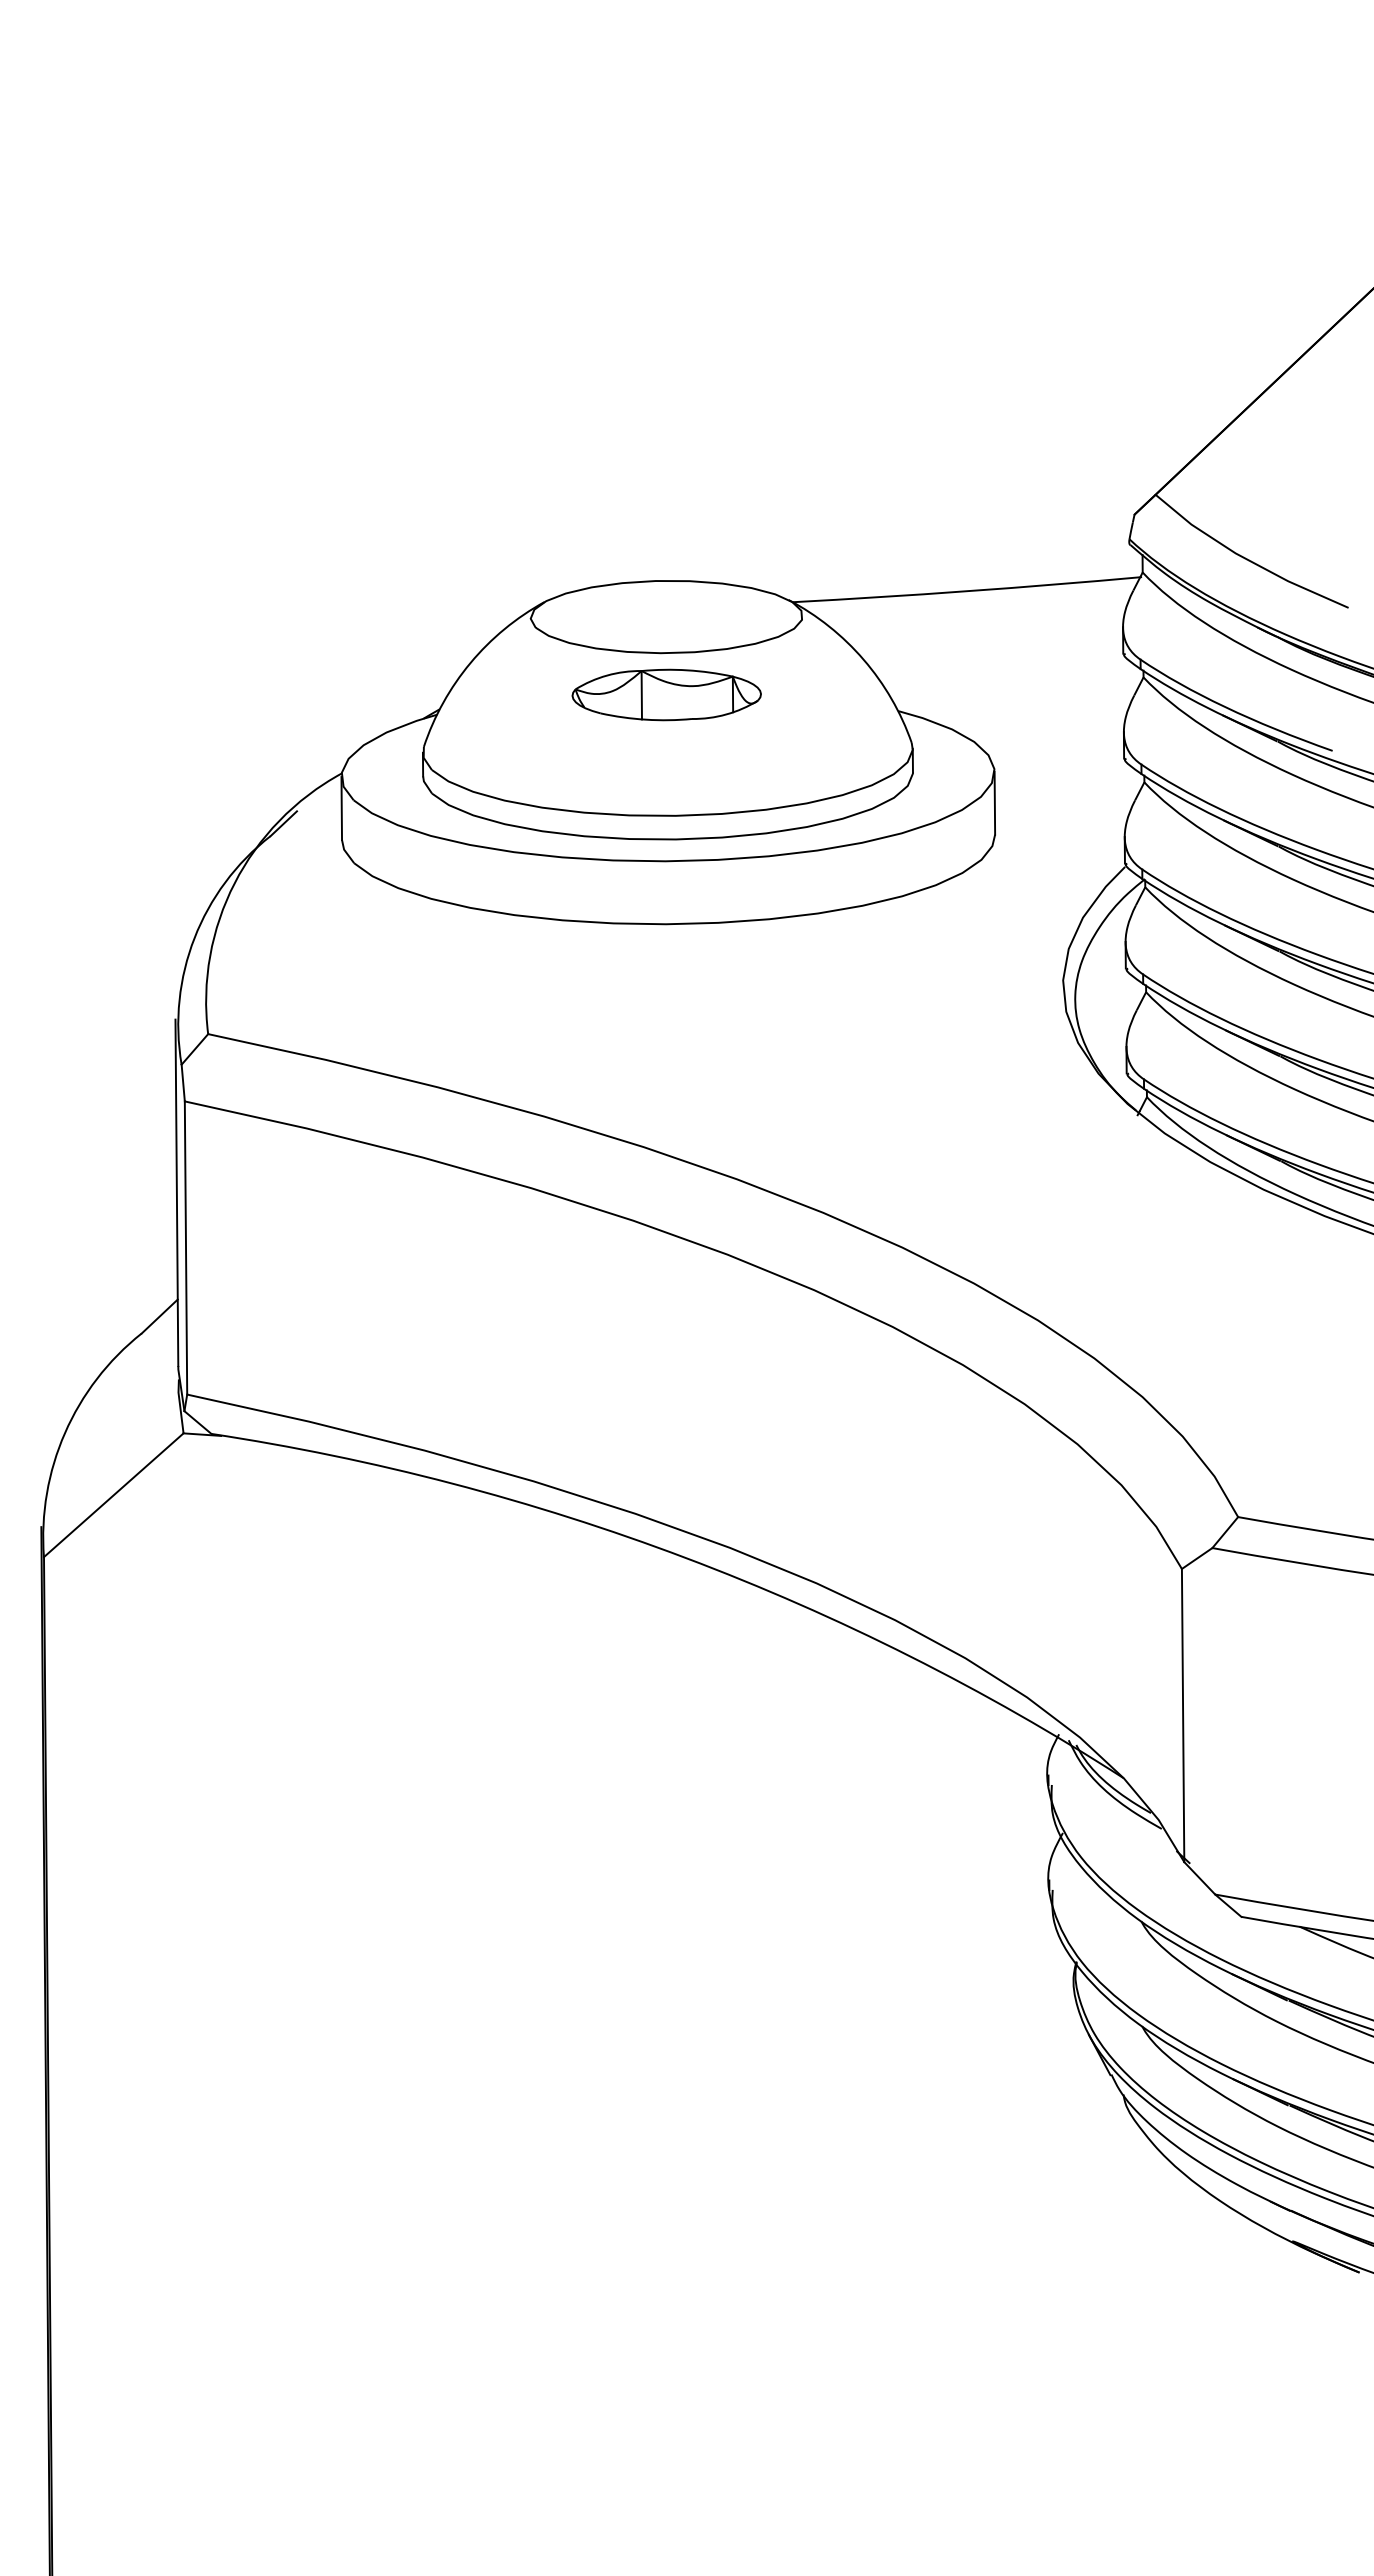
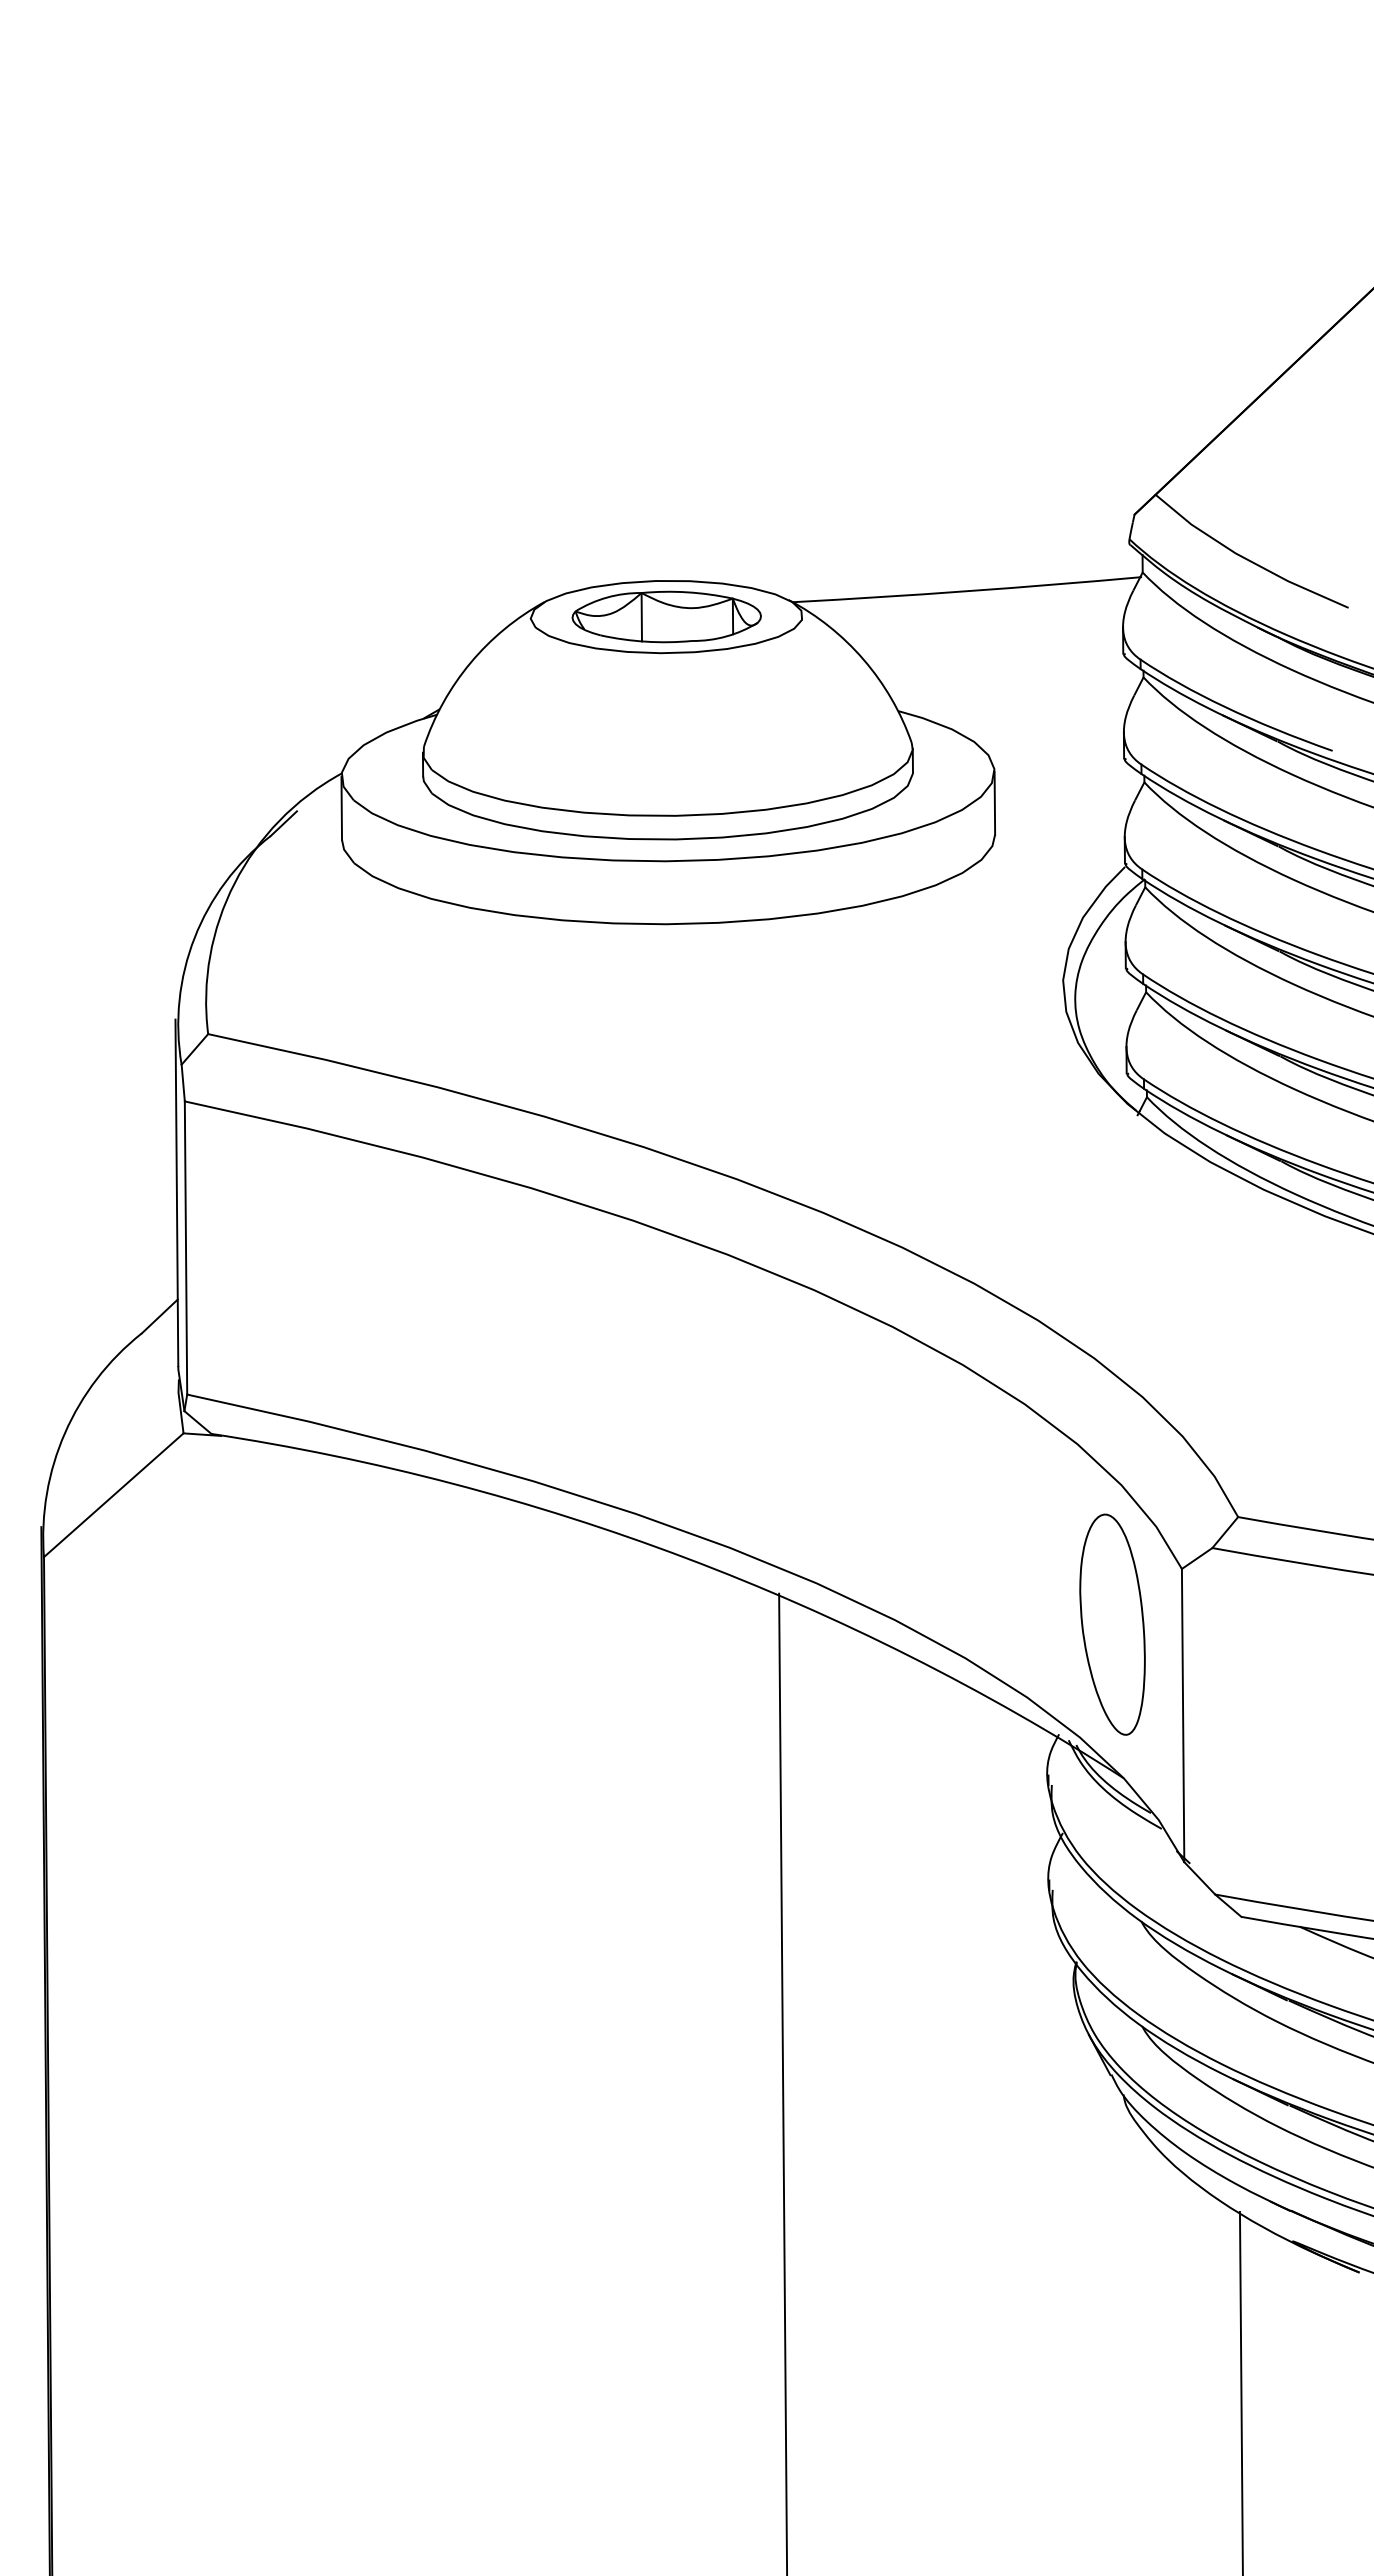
part at (666, 694) position: (666, 694) -> (666, 616)
part at (1112, 1624): none -> present
line at (783, 2082): none -> present
line at (1240, 2391): none -> present
